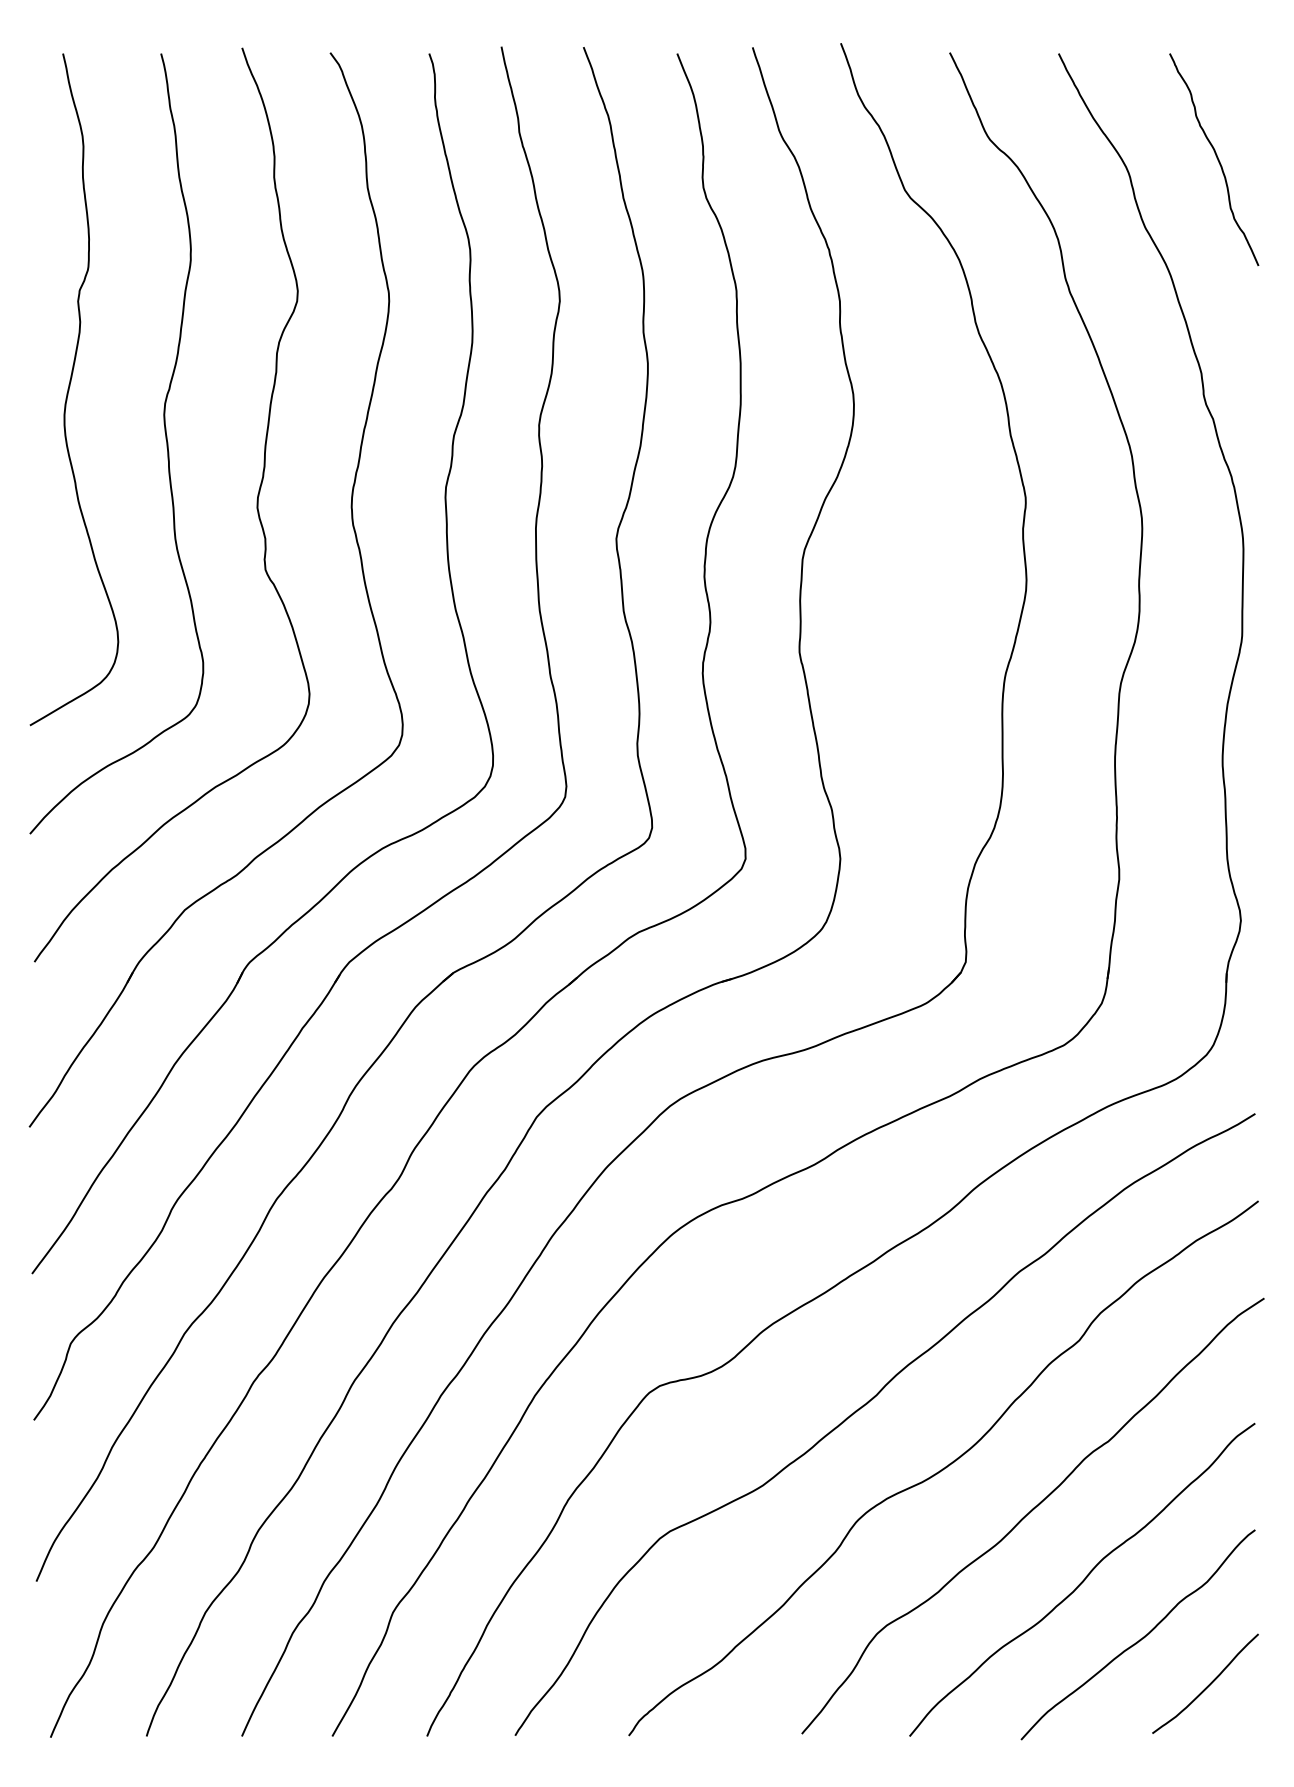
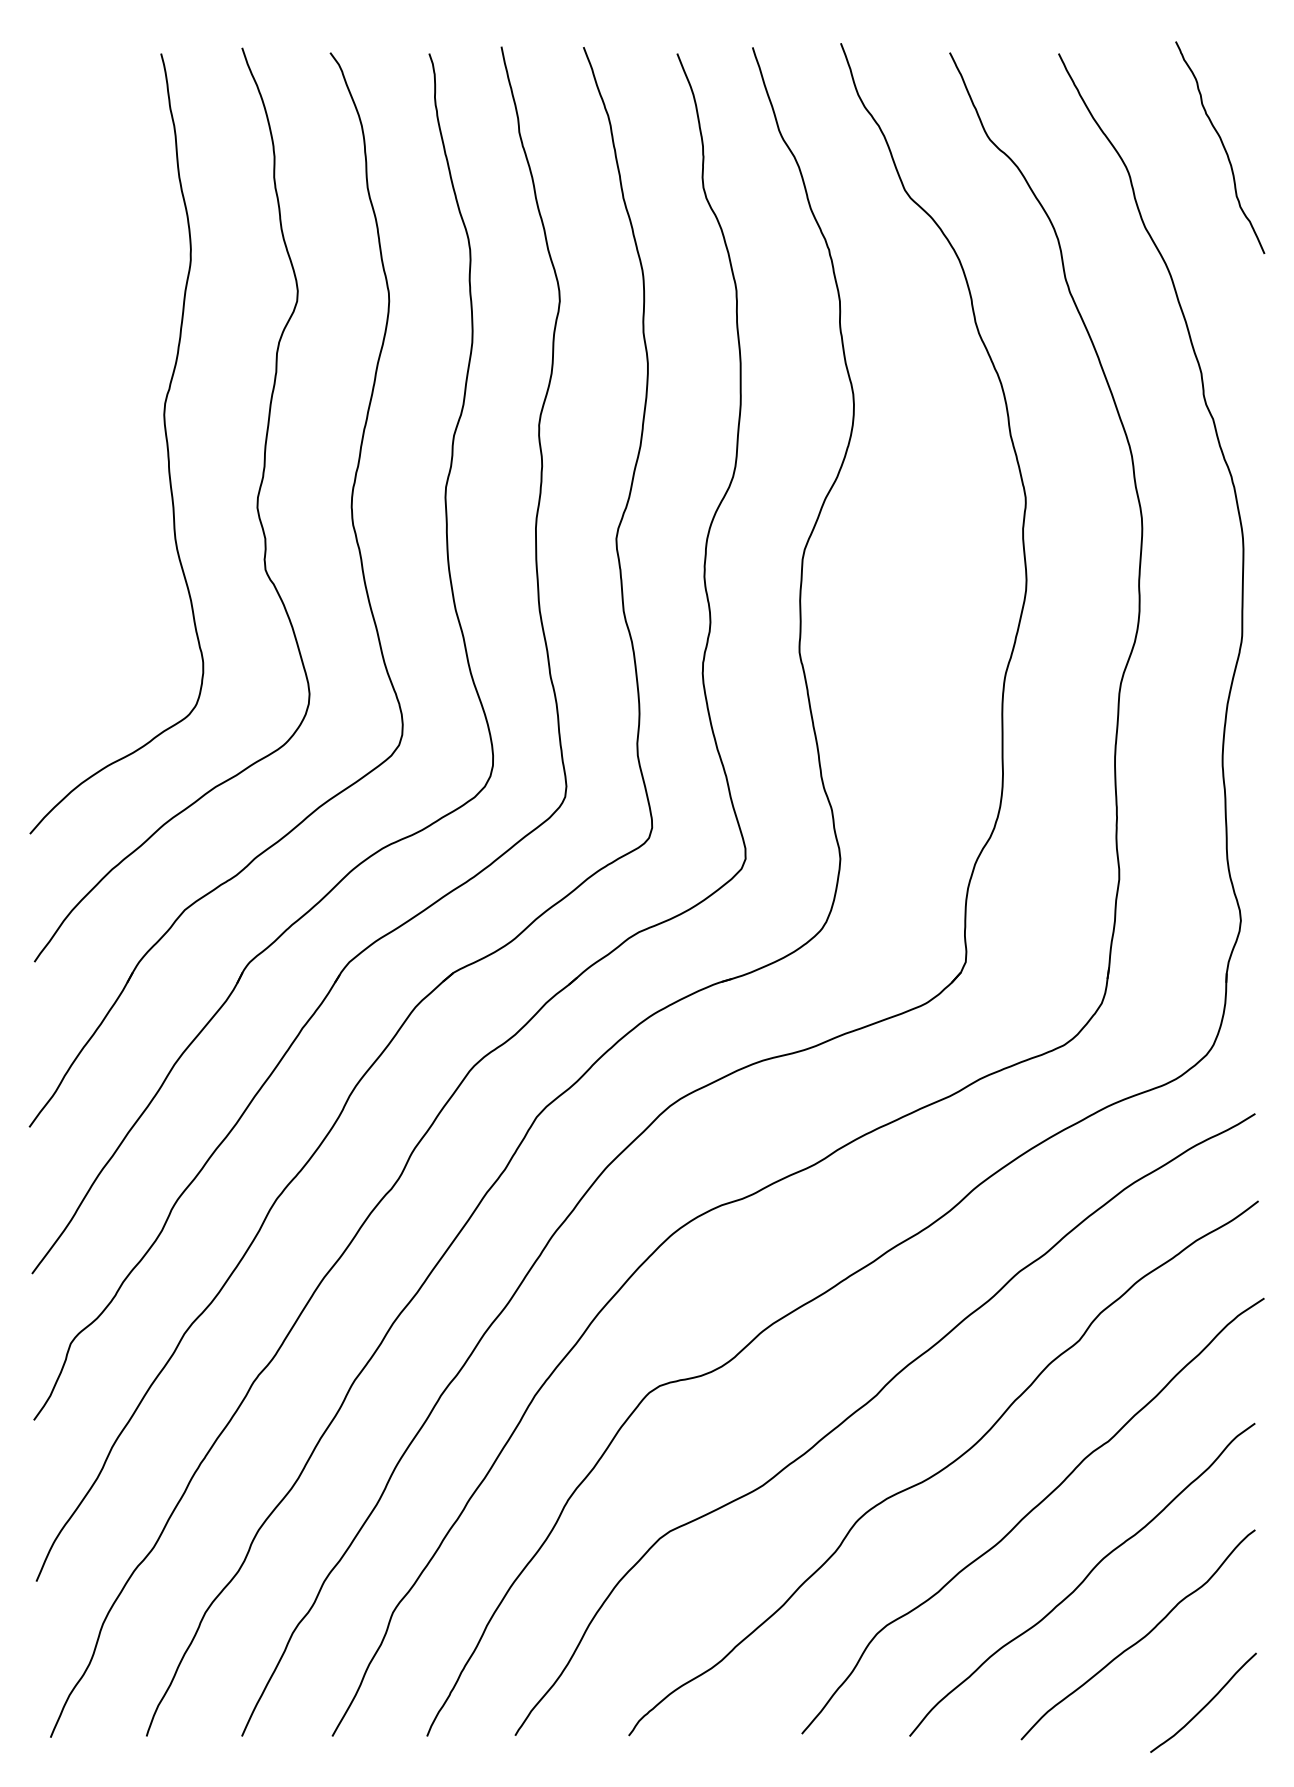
curve at (1216, 158) position: (1216, 158) -> (1222, 146)
curve at (70, 386): present -> none
curve at (1207, 1685) position: (1207, 1685) -> (1205, 1704)
